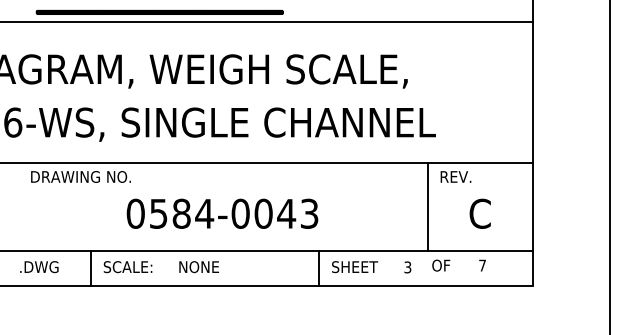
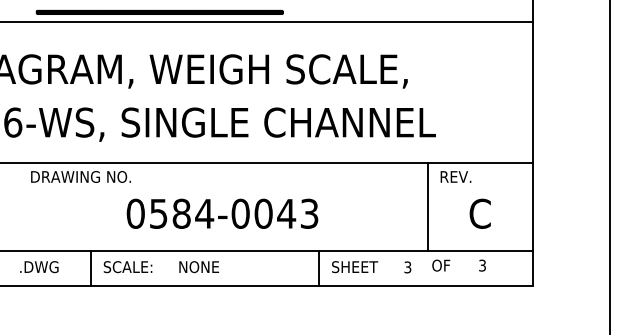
text at (482, 265): 7 -> 3
